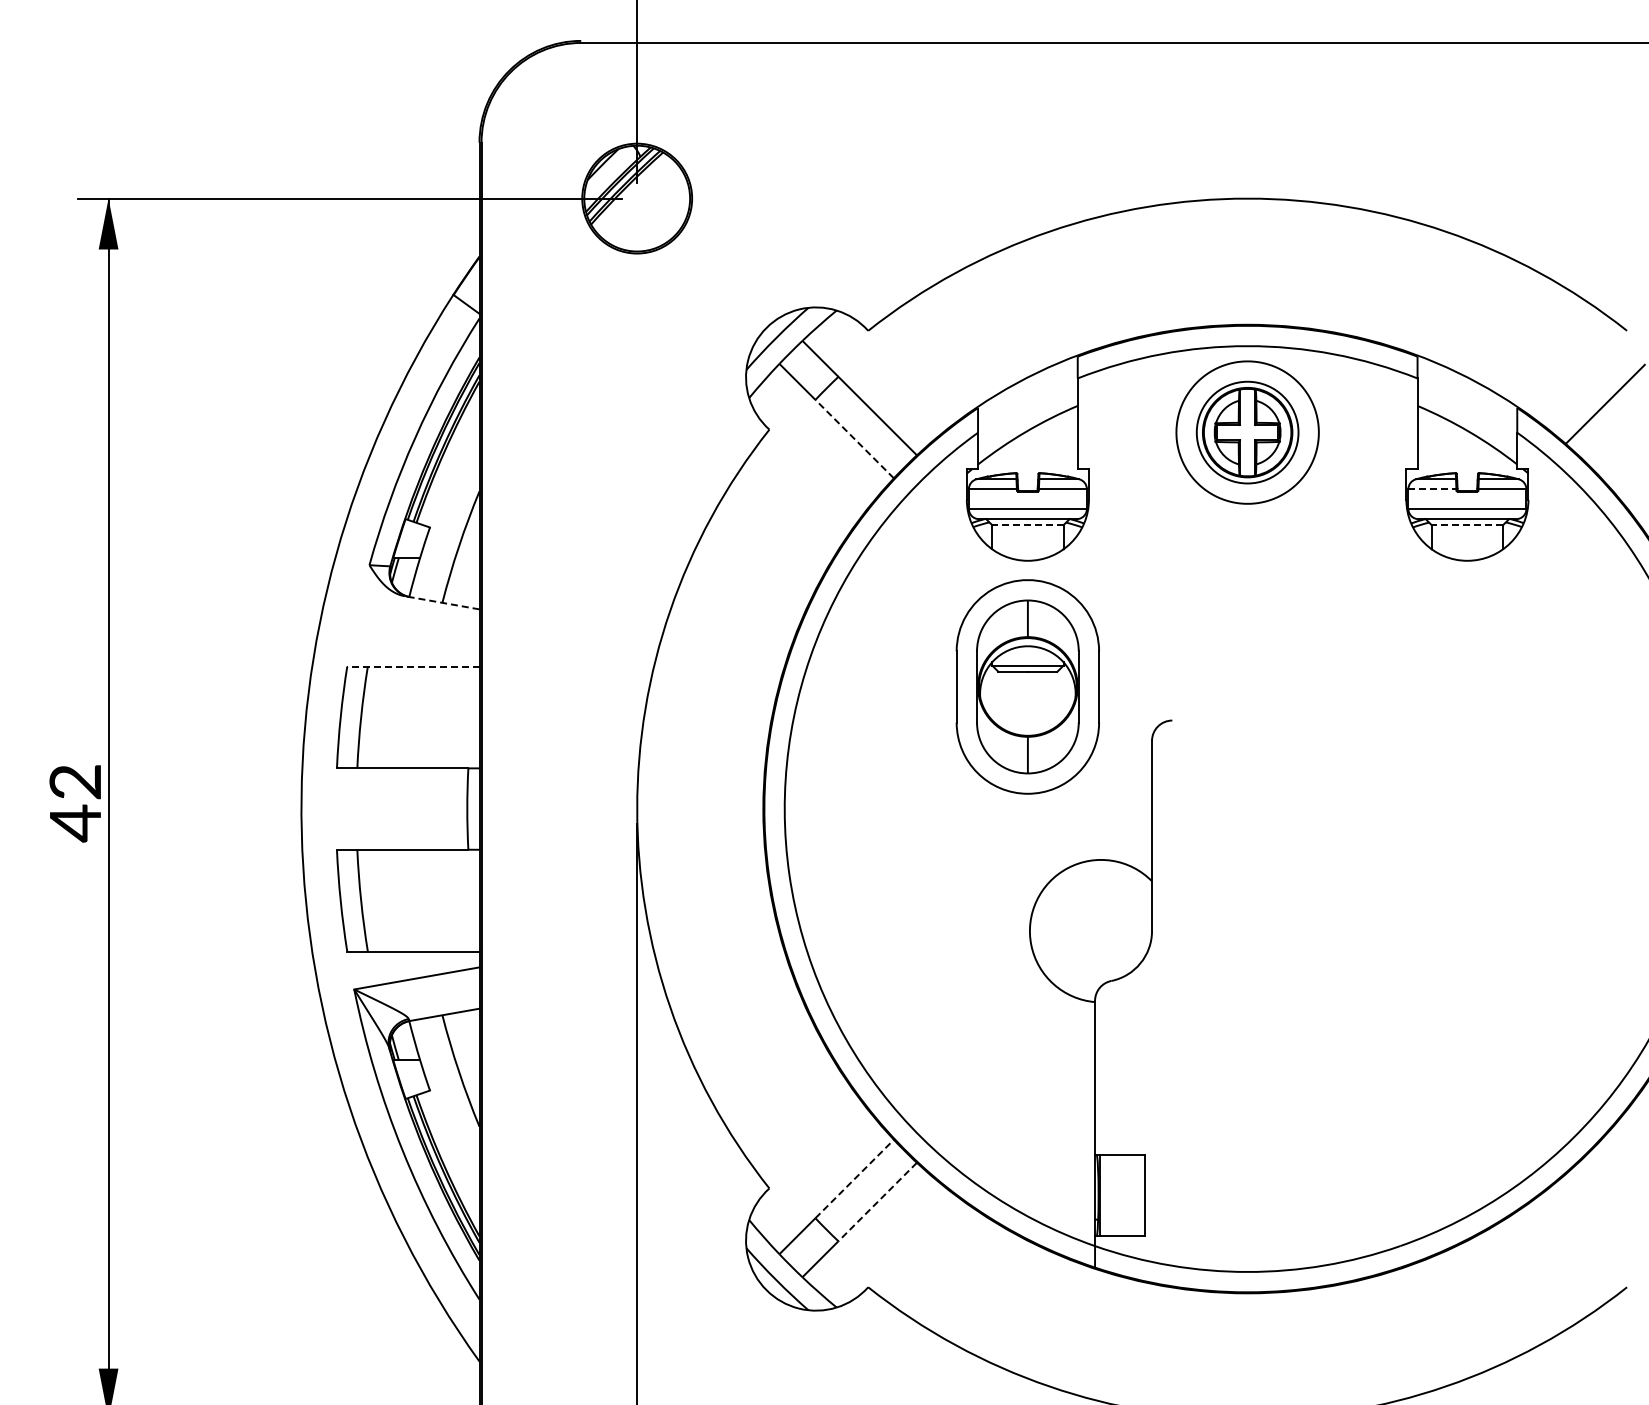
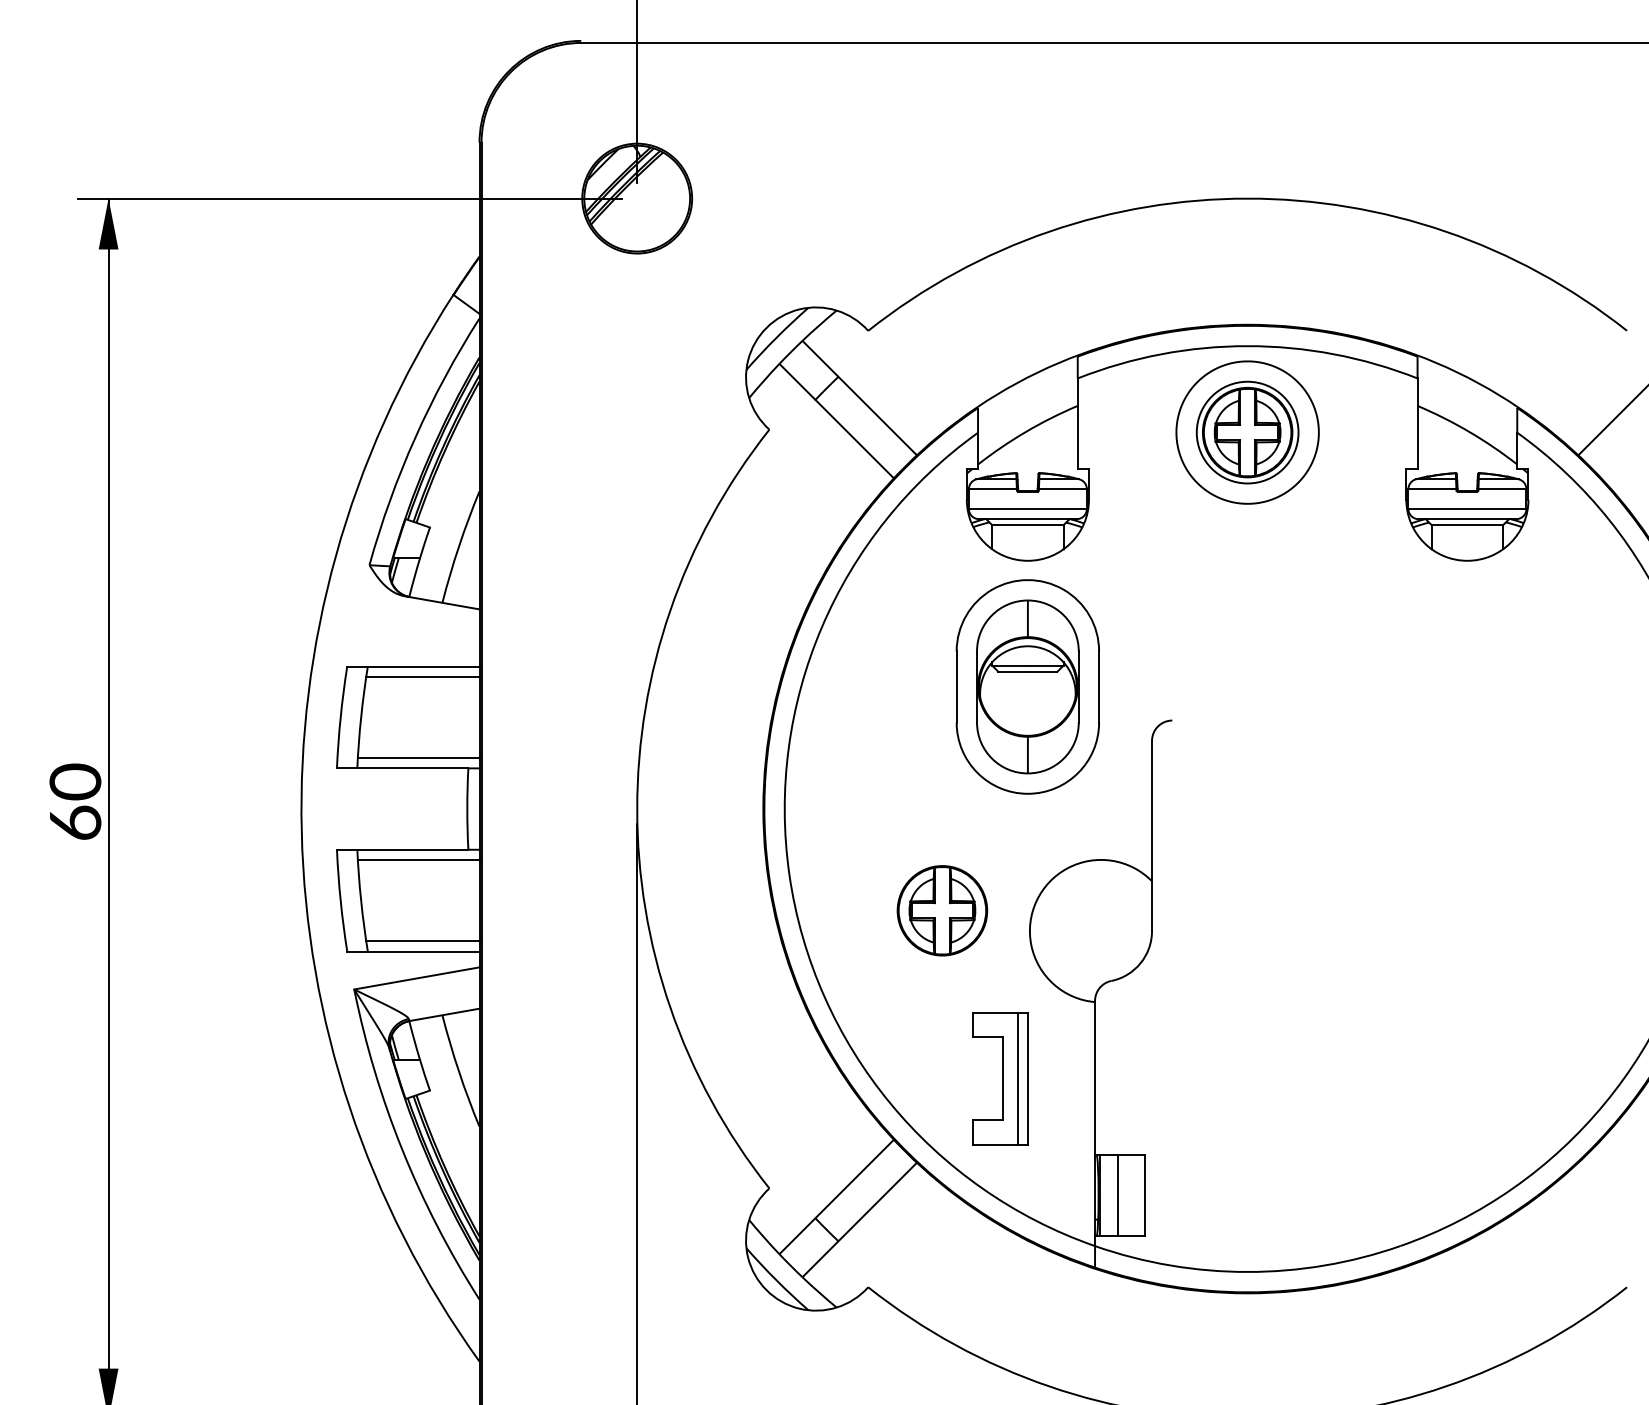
line at (1605, 403) position: (1605, 403) -> (1611, 421)
line at (854, 438): dashed -> solid
line at (1432, 489): dashed -> solid
line at (1027, 525): dashed -> solid
line at (1467, 525): dashed -> solid
line at (442, 602): dashed -> solid
line at (412, 666): dashed -> solid
line at (422, 676): none -> present
line at (418, 758): none -> present
text at (75, 802): 42 -> 60
line at (418, 859): none -> present
part at (942, 910): none -> present
line at (422, 941): none -> present
part at (1000, 1078): none -> present
line at (855, 1178): dashed -> solid
line at (1117, 1195): none -> present
line at (877, 1202): dashed -> solid
